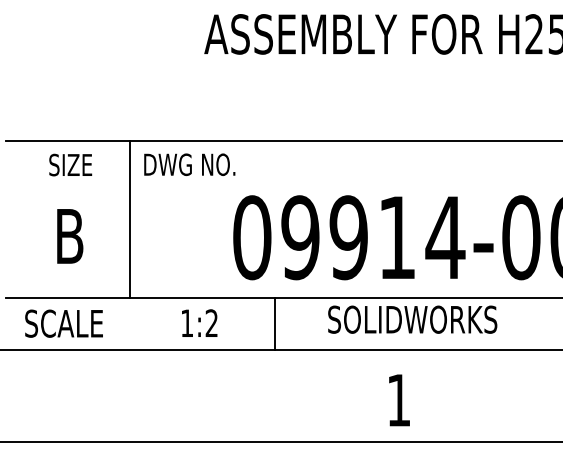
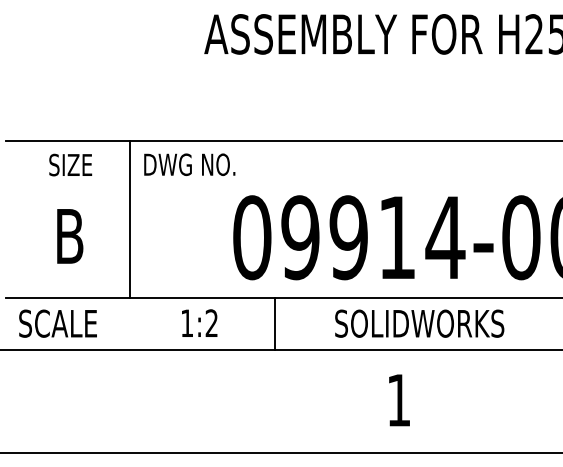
text at (412, 319) position: (412, 319) -> (419, 323)
text at (63, 323) position: (63, 323) -> (57, 323)
line at (280, 441) position: (280, 441) -> (280, 452)
